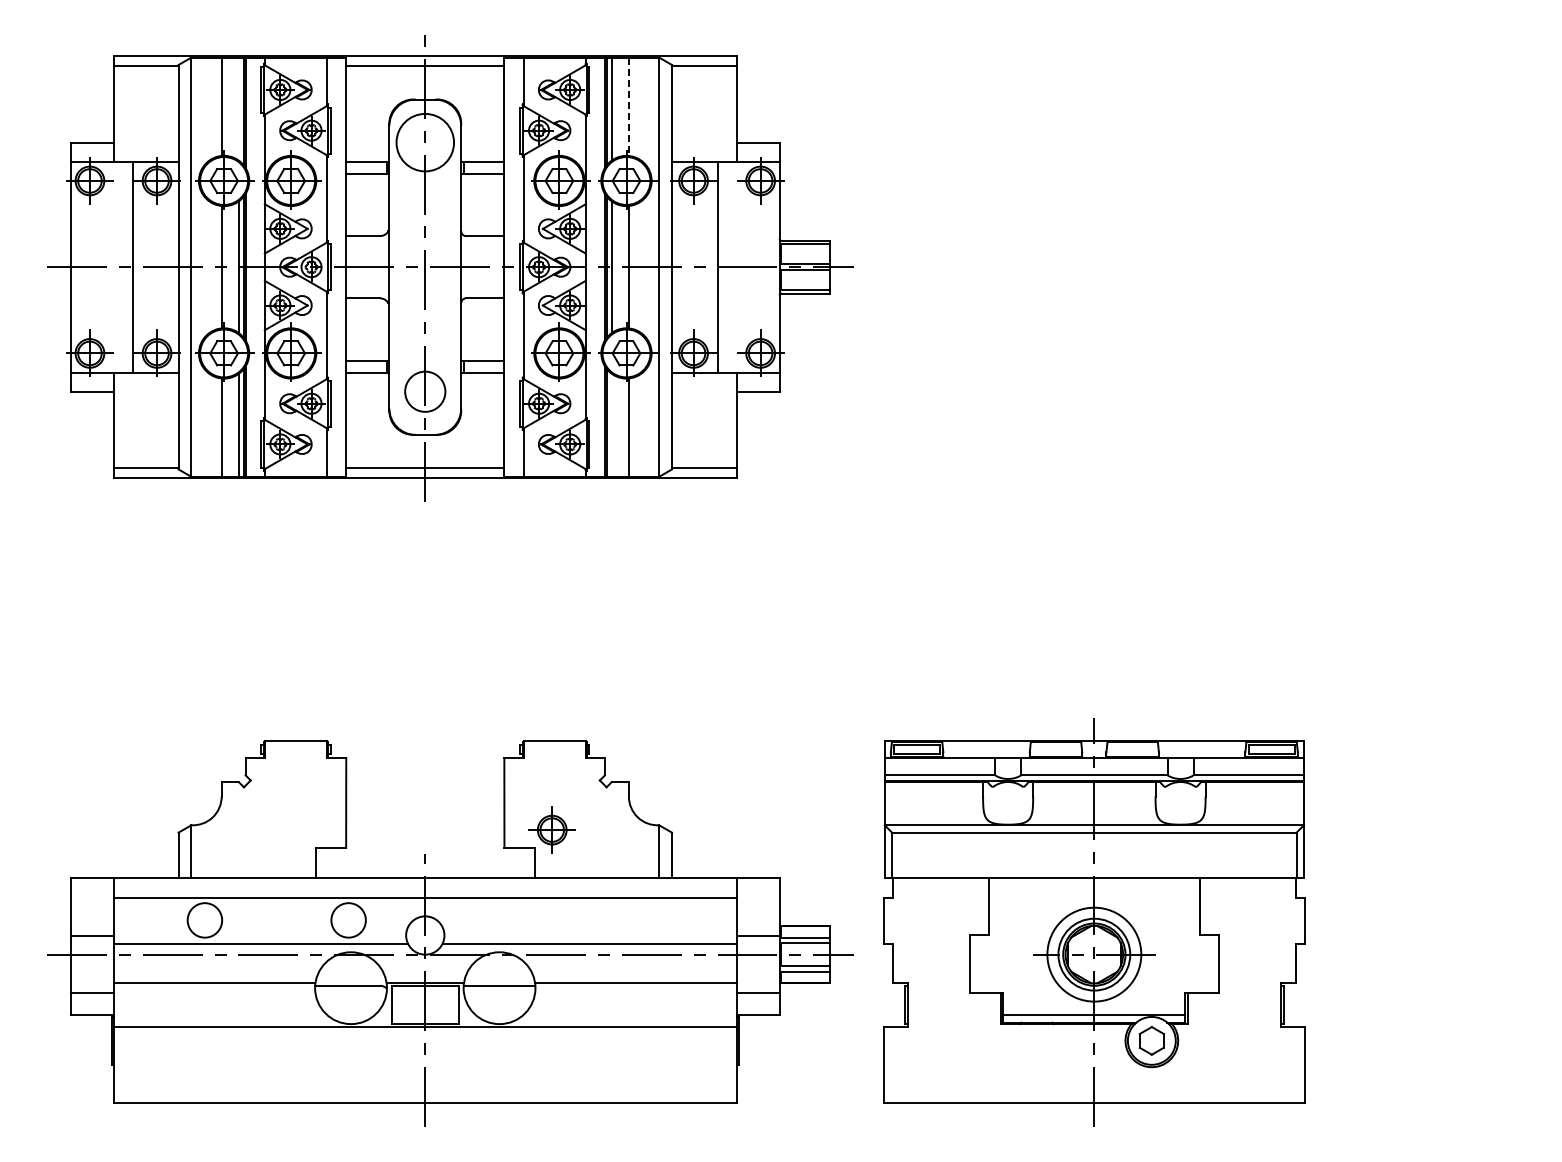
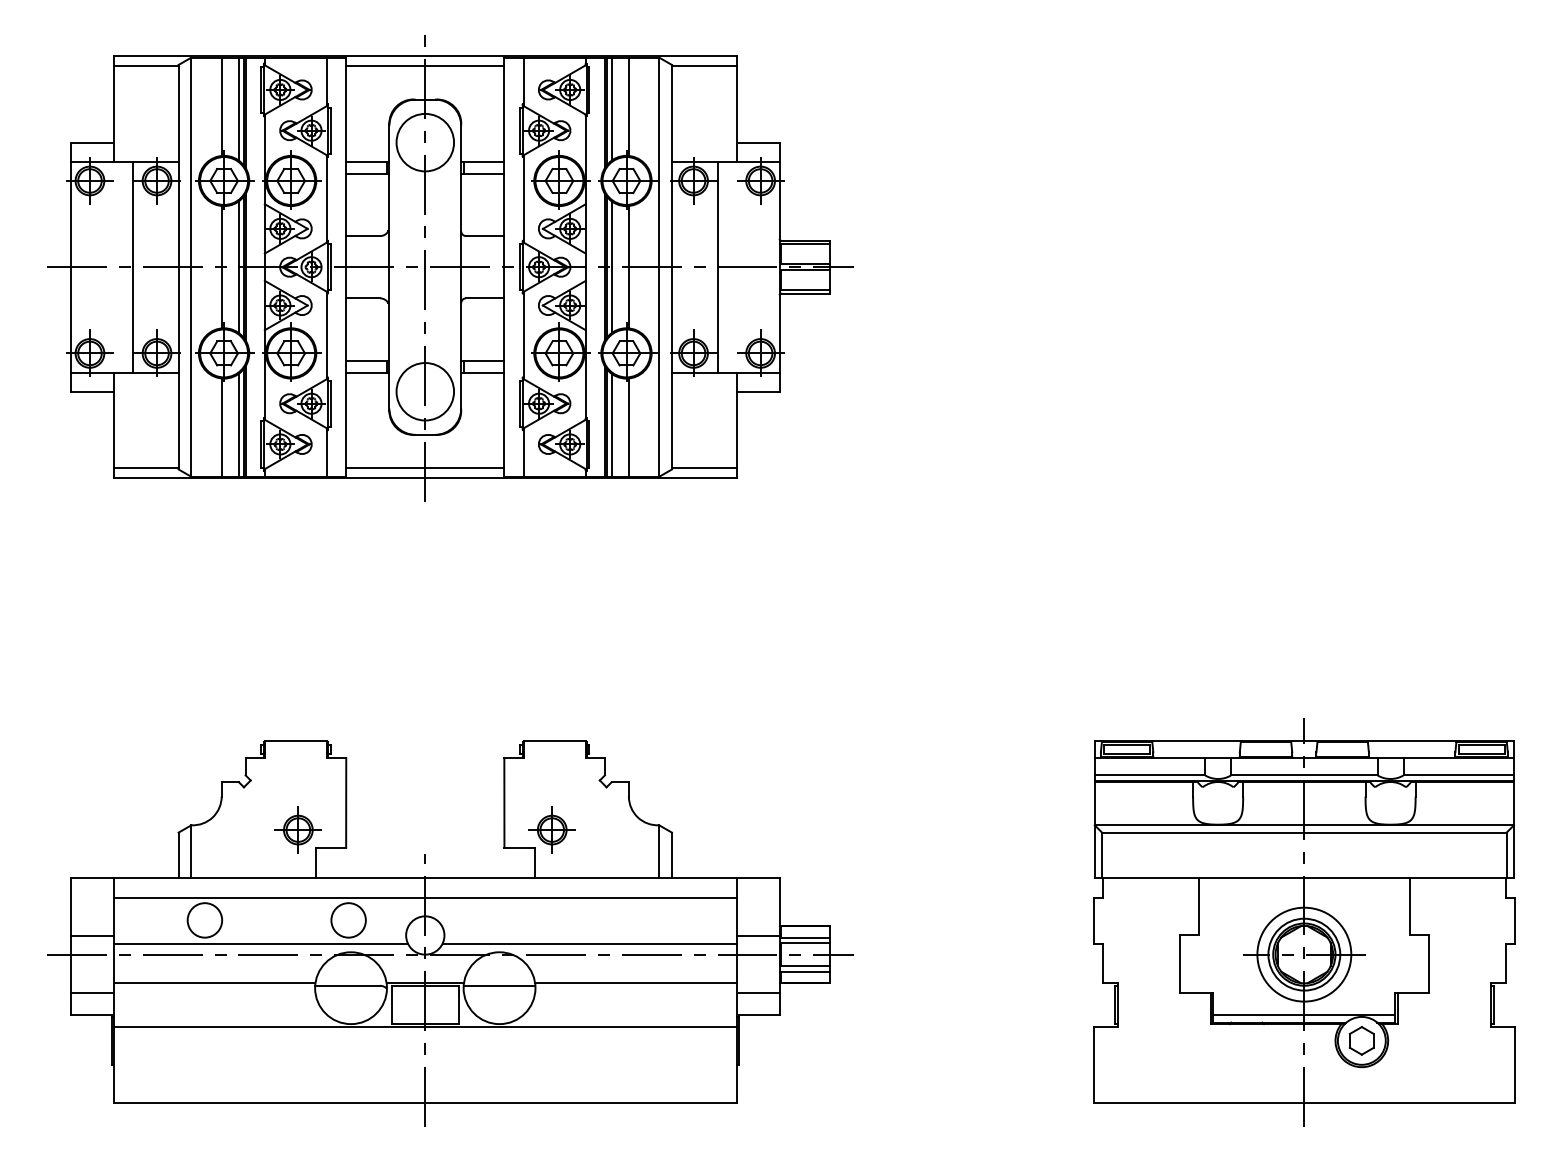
line at (628, 107): dashed -> solid
line at (238, 108): none -> present
circle at (425, 391) diameter: 40 px -> 57 px
line at (611, 424): none -> present
part at (297, 829): none -> present
part at (1094, 922) position: (1094, 922) -> (1304, 922)
